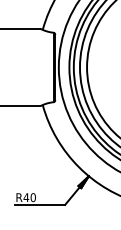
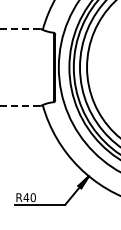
line at (20, 28): solid -> dashed
line at (20, 106): solid -> dashed
